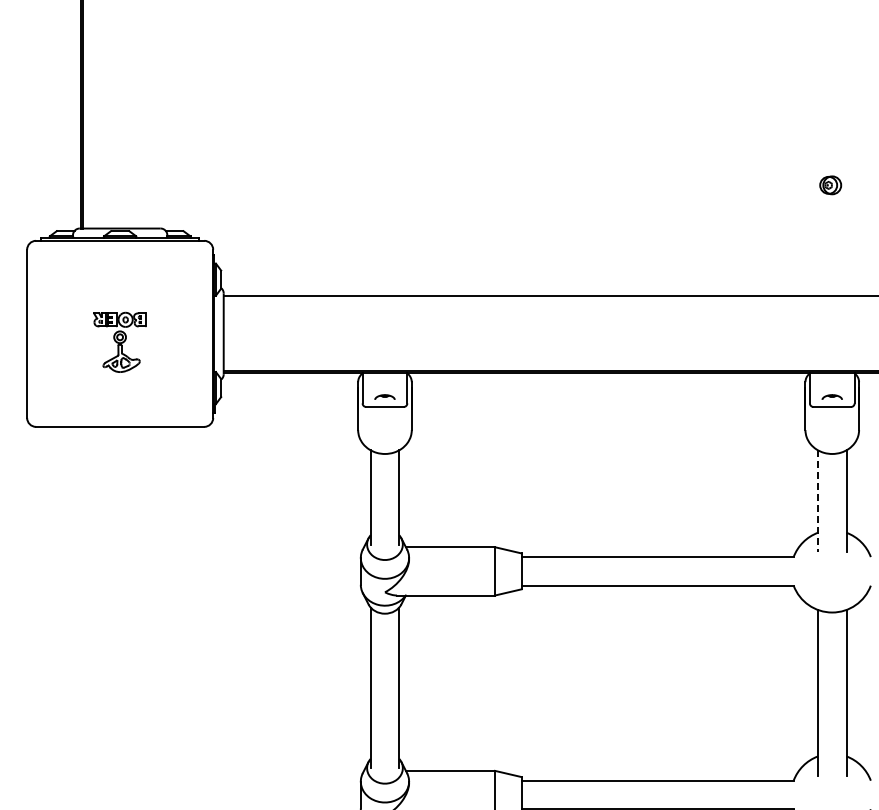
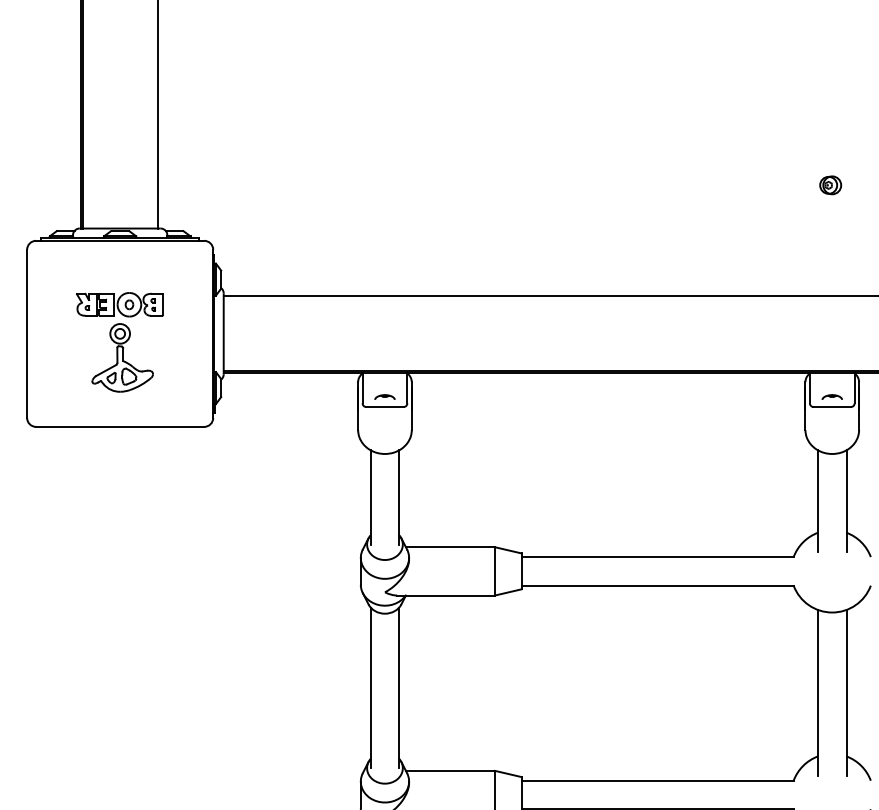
line at (157, 115): none -> present
part at (119, 341) size: 54x62 px -> 88x101 px
line at (817, 501): dashed -> solid
